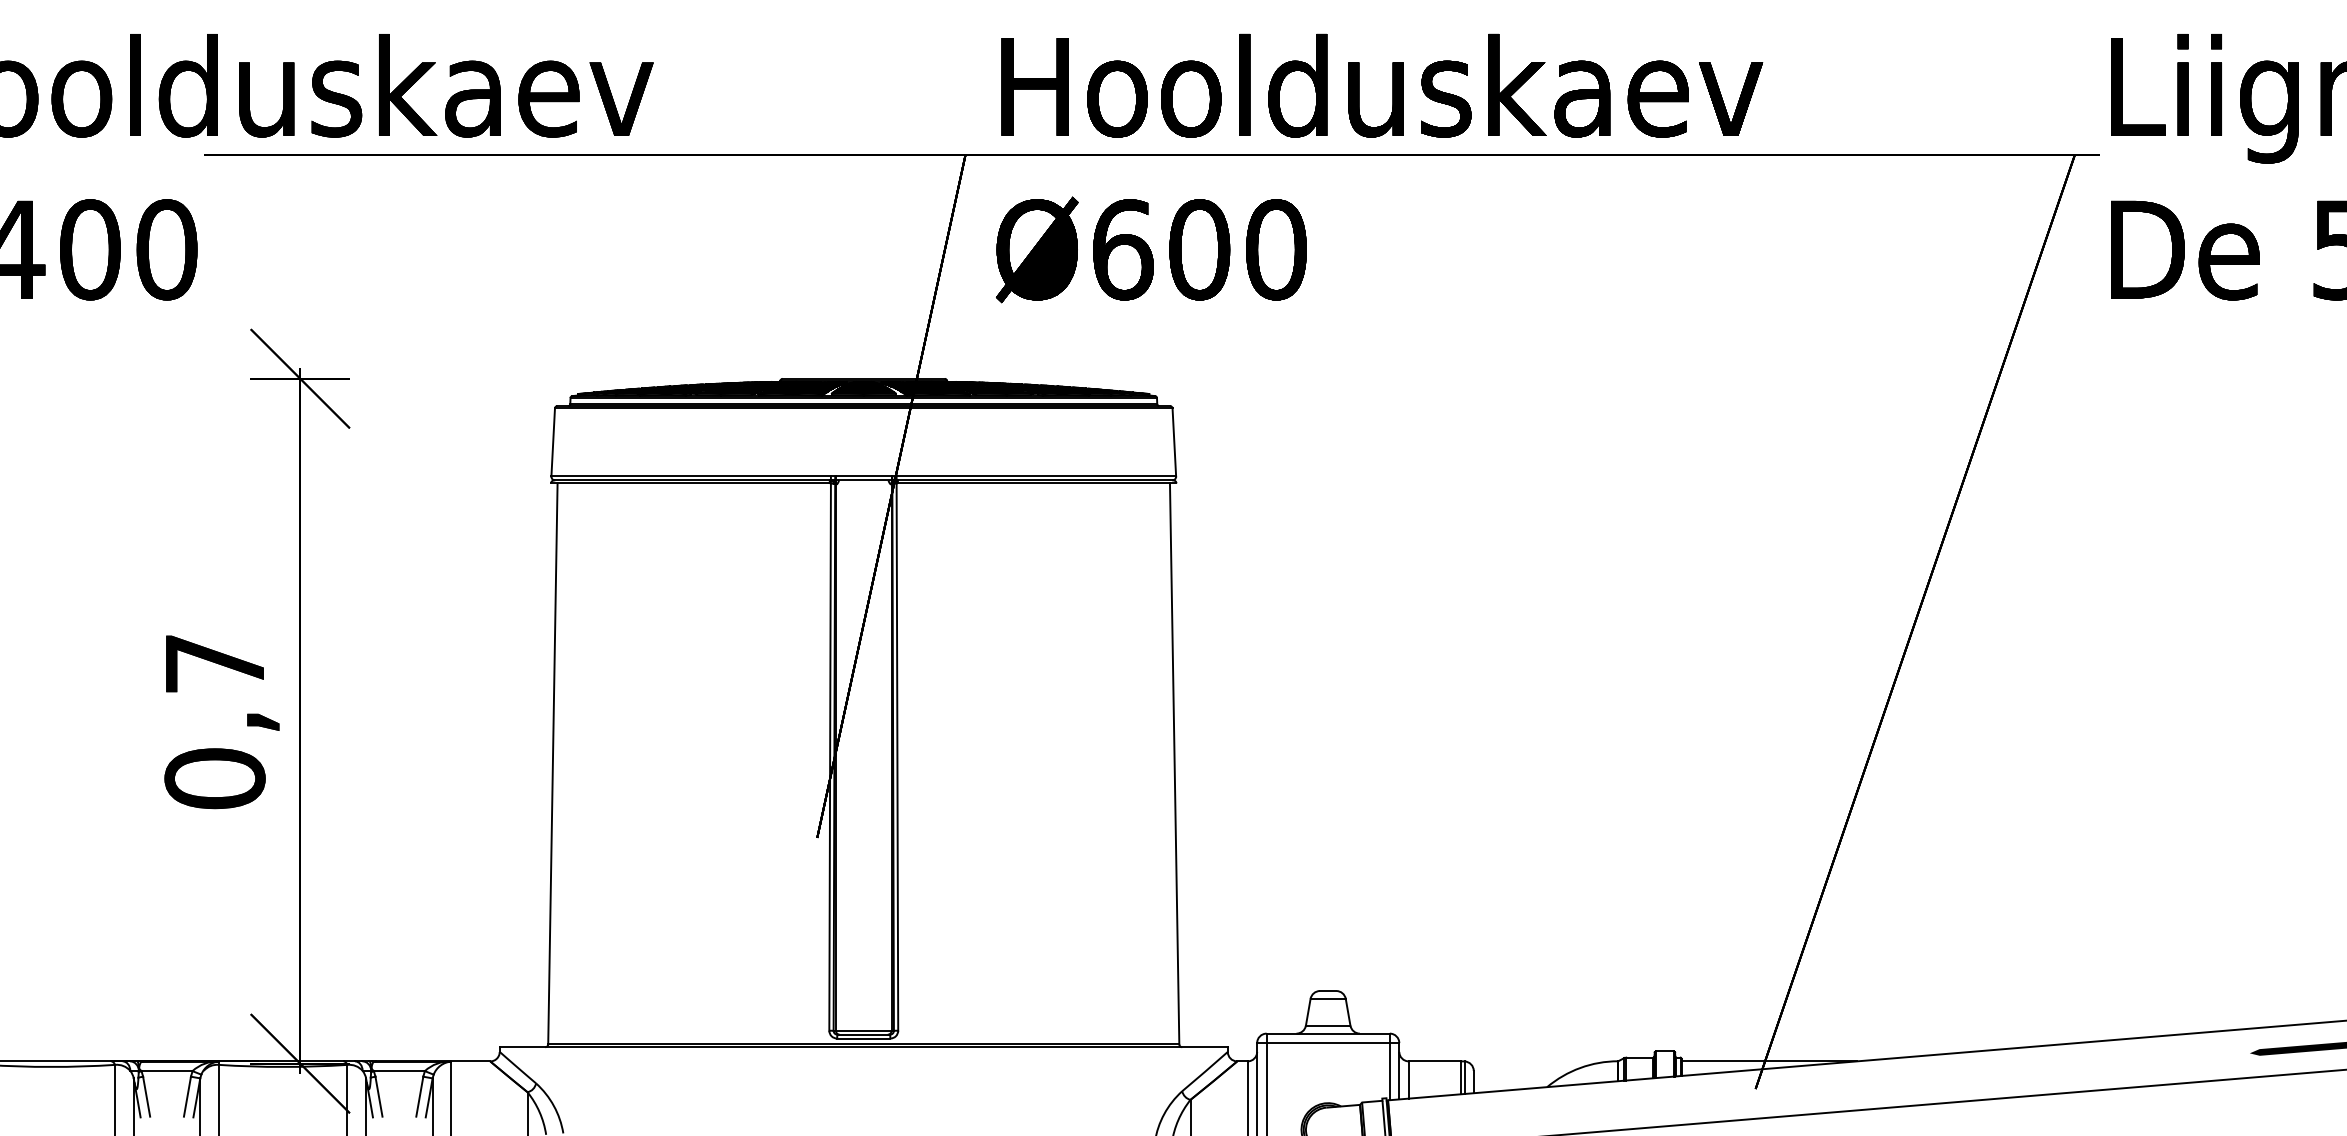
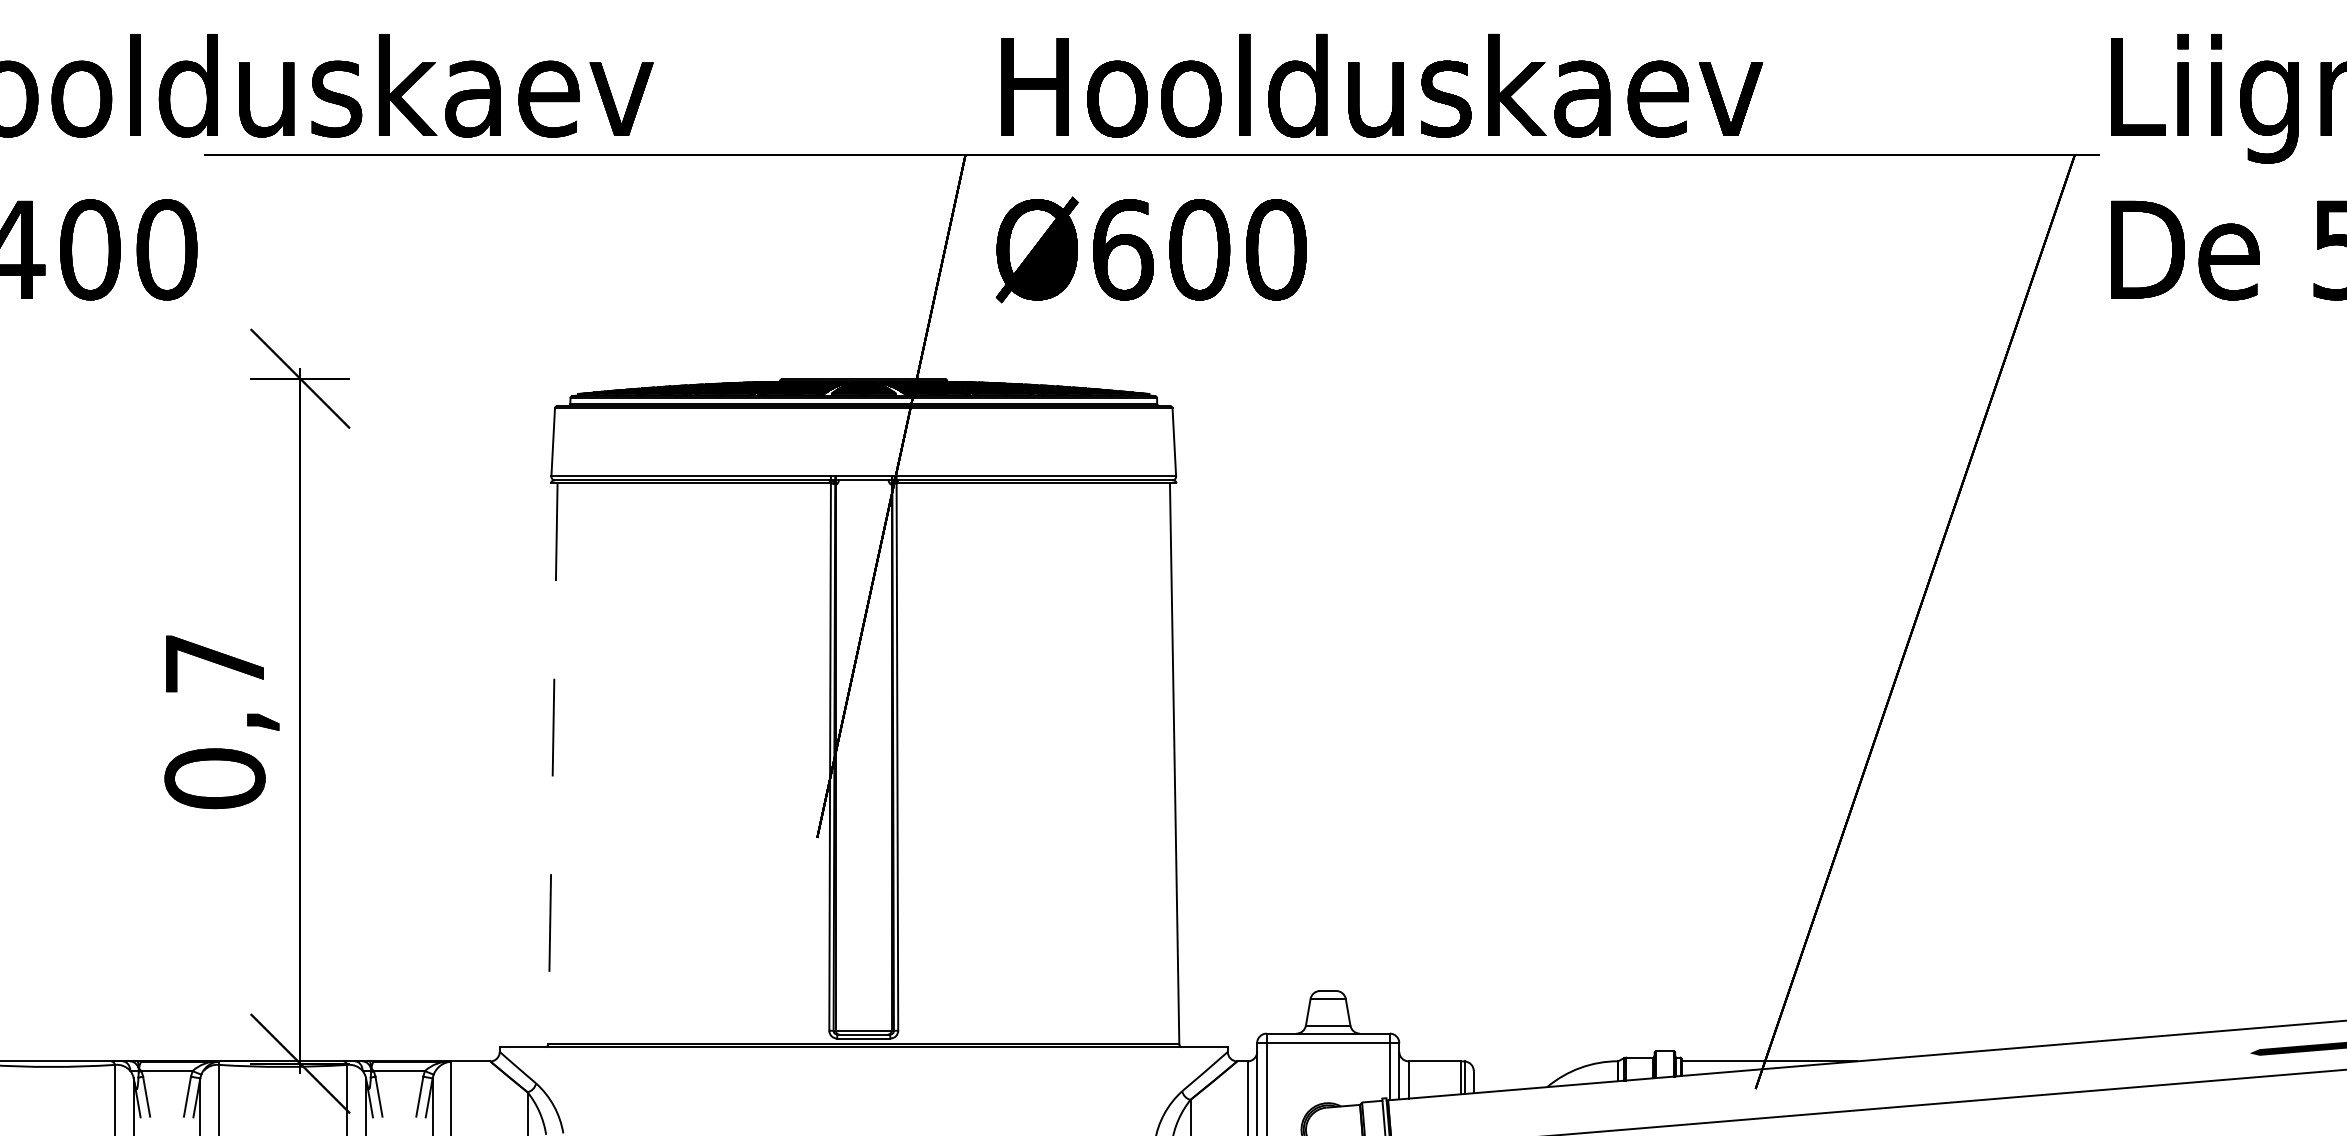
line at (552, 763): solid -> dashed
